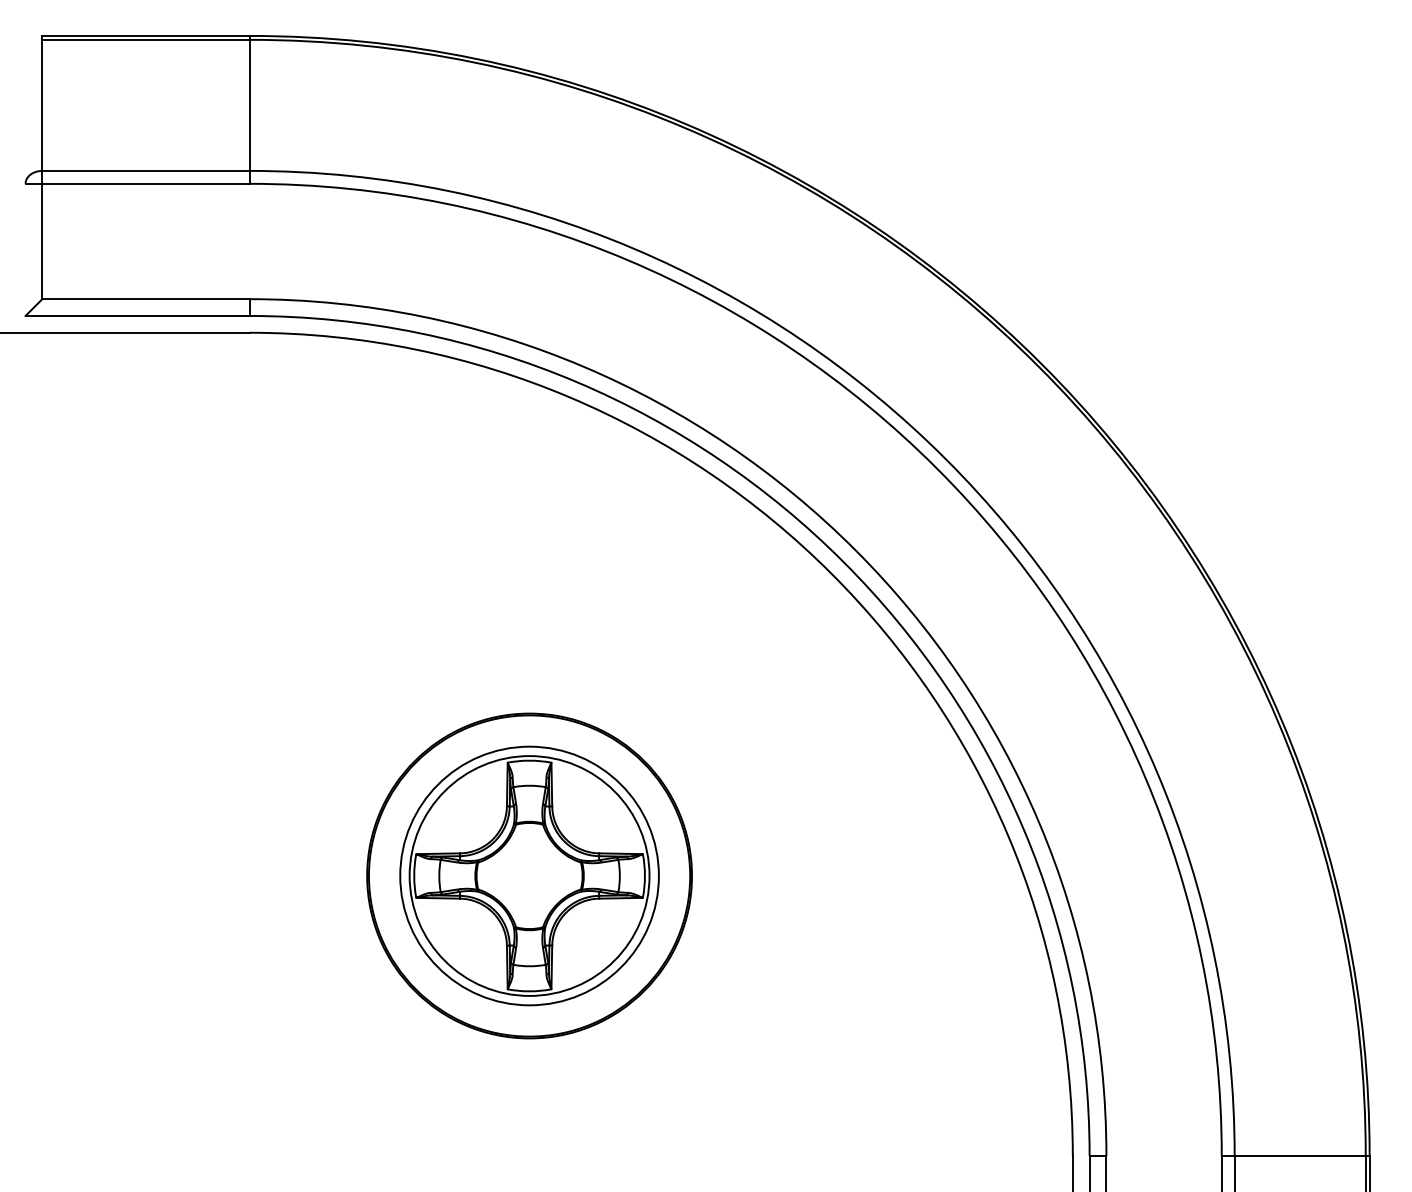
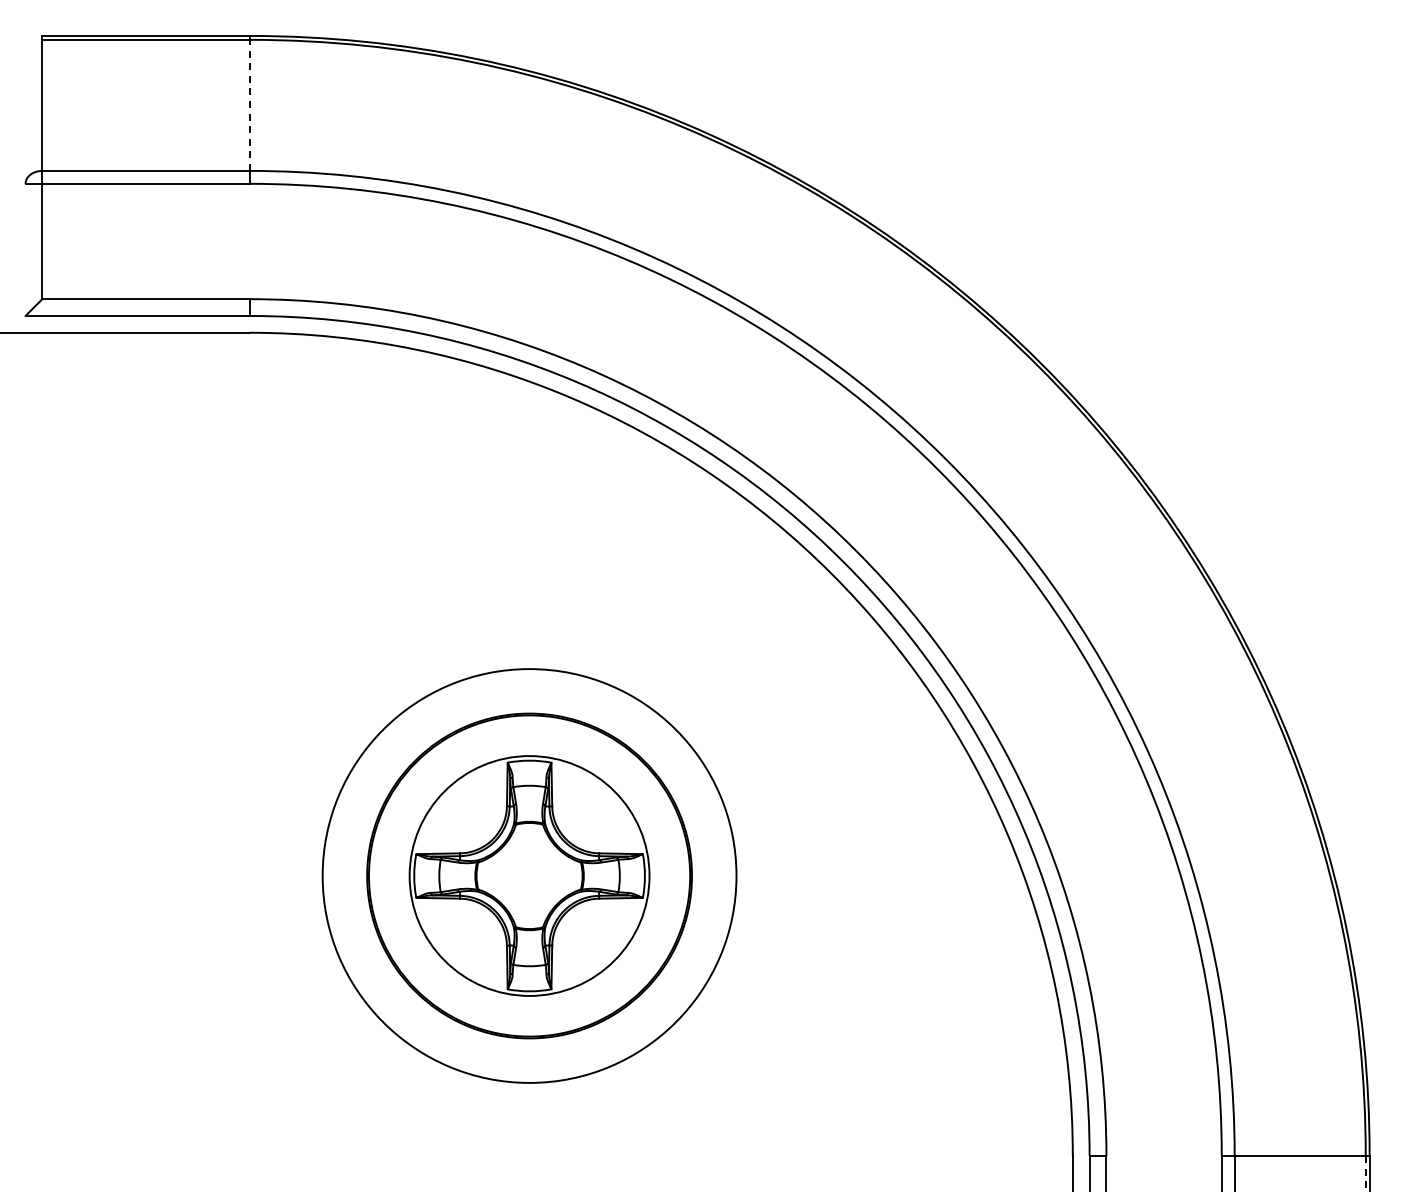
line at (249, 105): solid -> dashed
circle at (529, 875) diameter: 259 px -> 414 px
line at (1365, 1173): solid -> dashed
